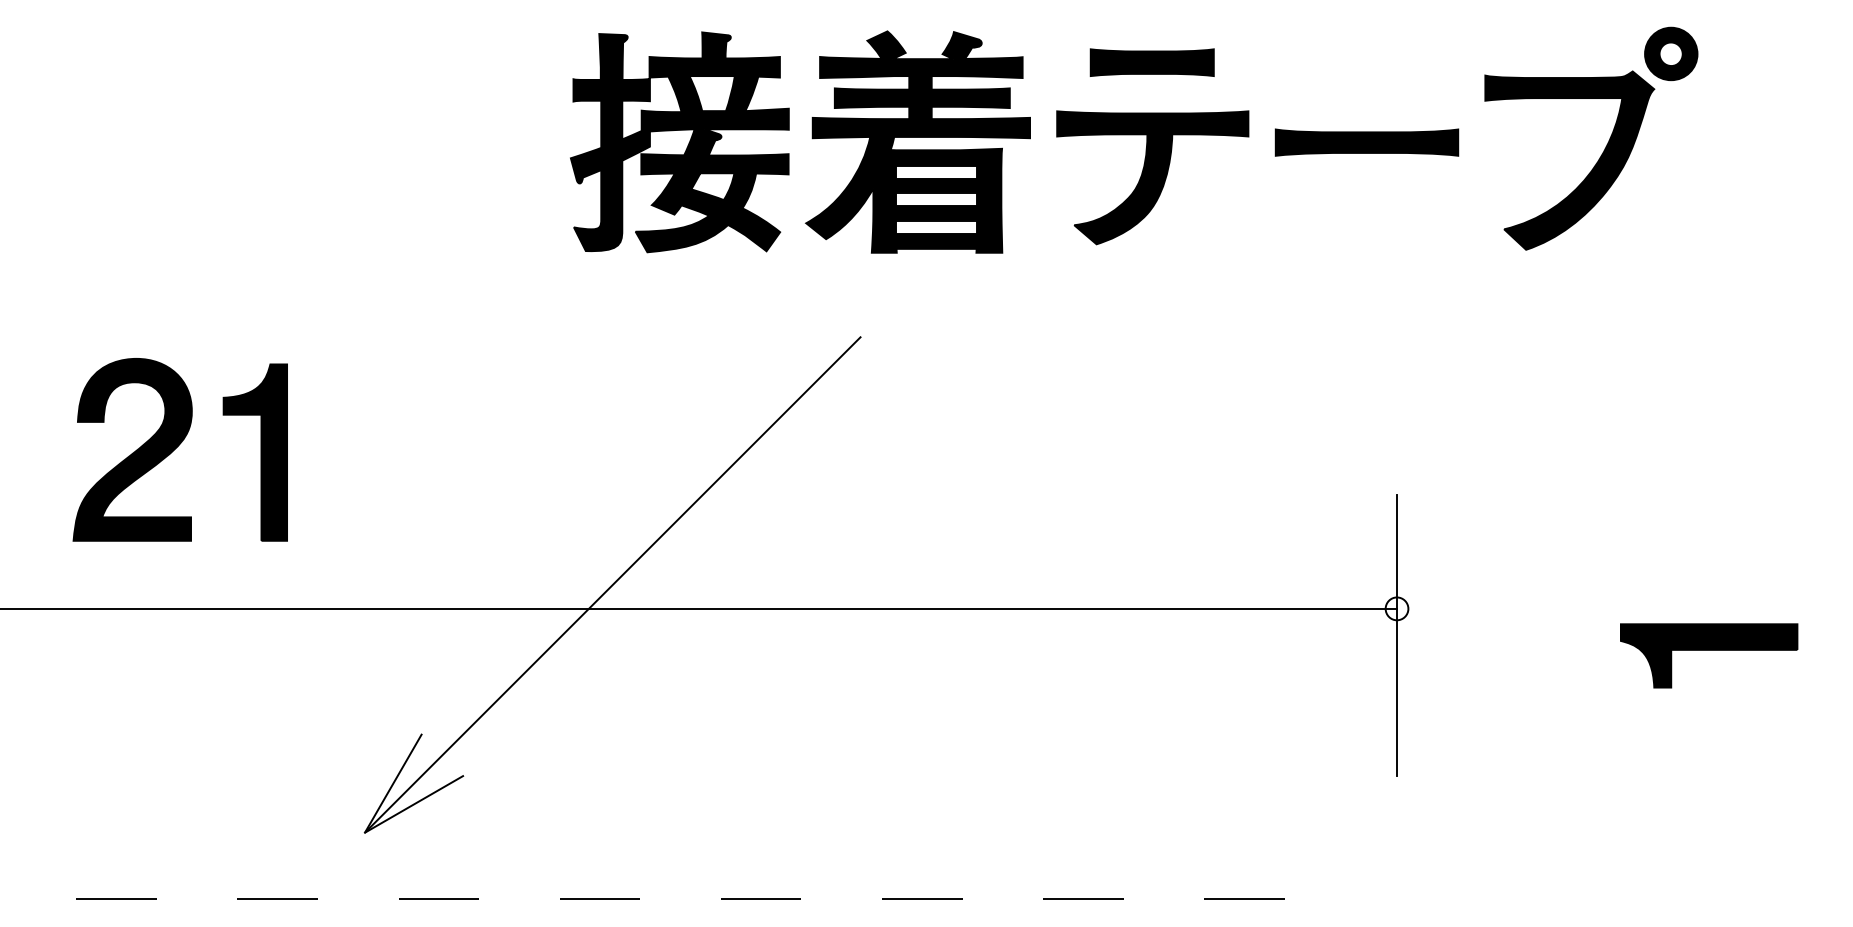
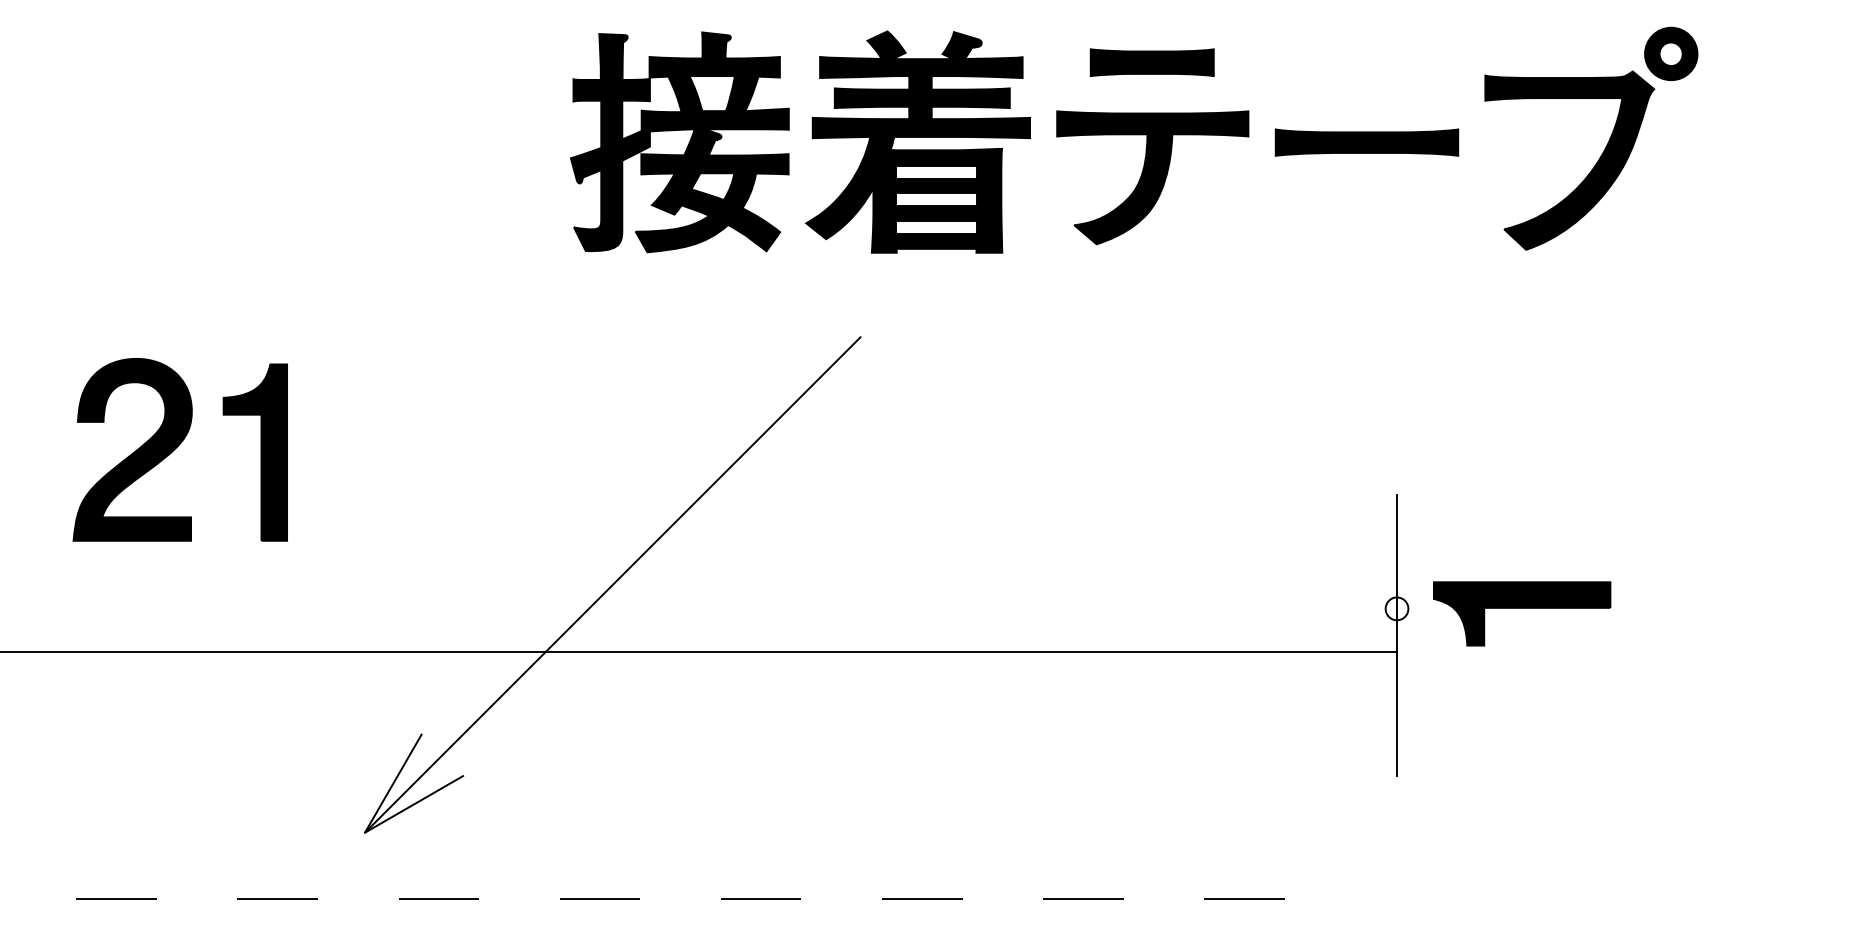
line at (699, 608) position: (699, 608) -> (699, 651)
part at (1709, 655) position: (1709, 655) -> (1522, 613)
